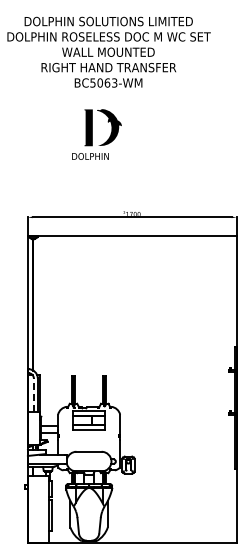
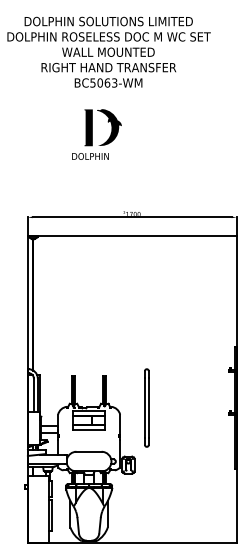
line at (33, 395): dashed -> solid
part at (146, 407): none -> present
